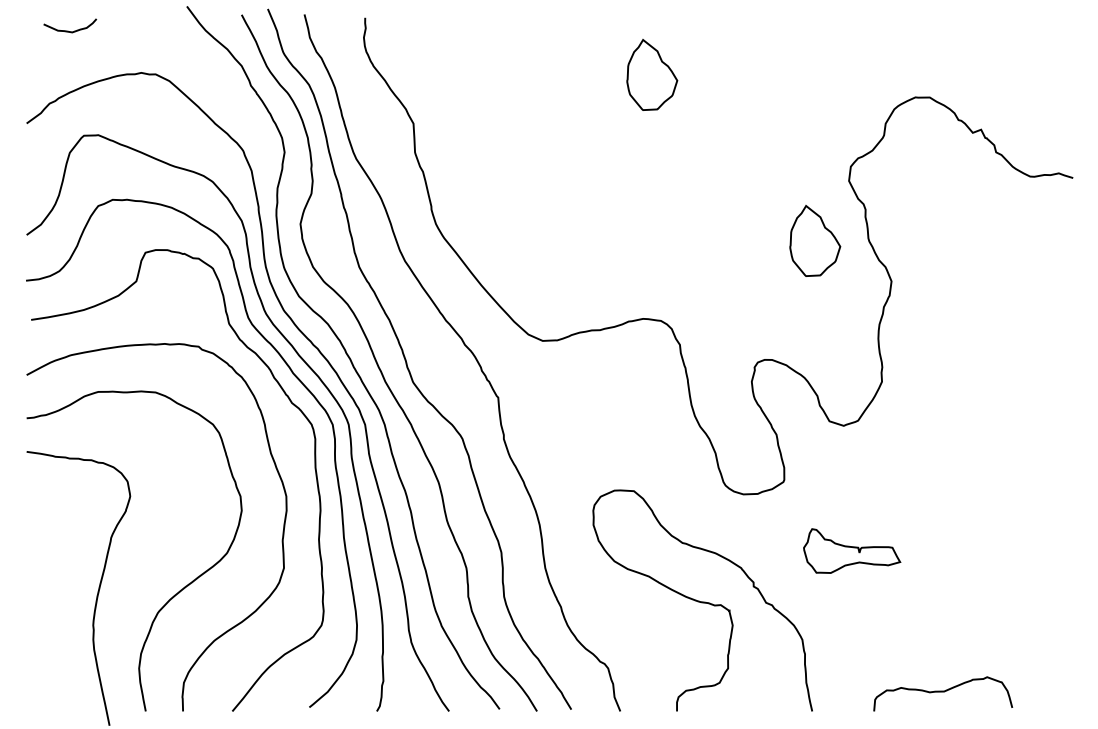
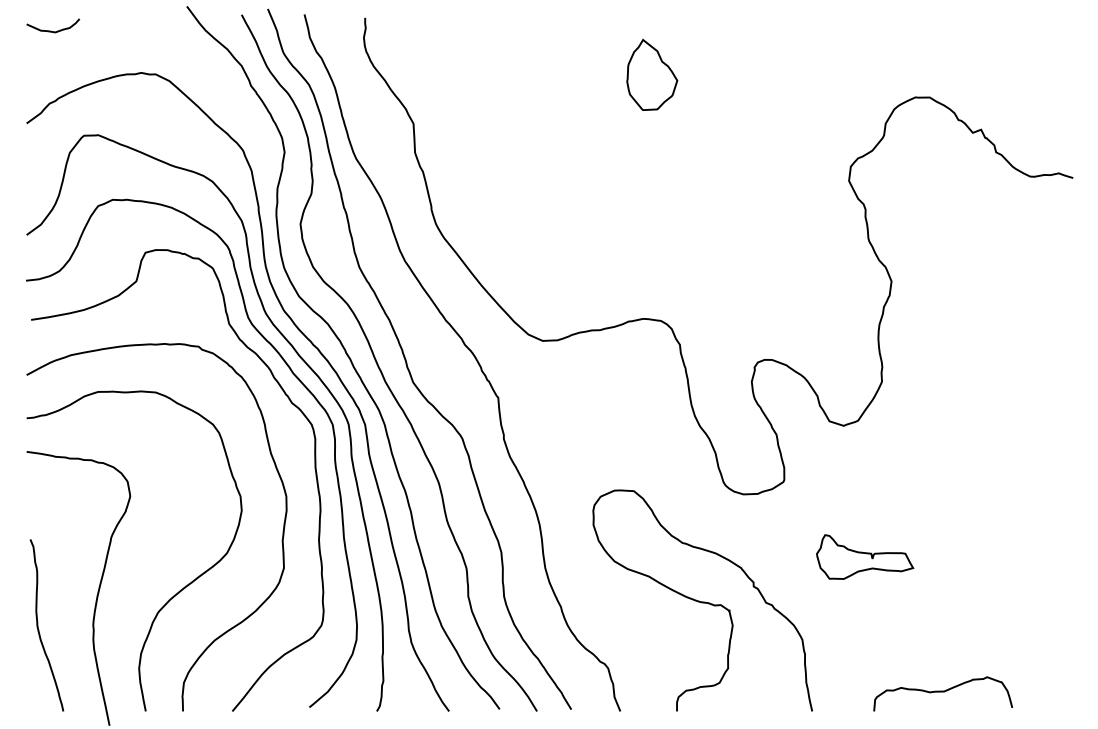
curve at (68, 30) position: (68, 30) -> (51, 30)
part at (815, 240): present -> none
part at (852, 550) position: (852, 550) -> (865, 556)
curve at (38, 625): none -> present
